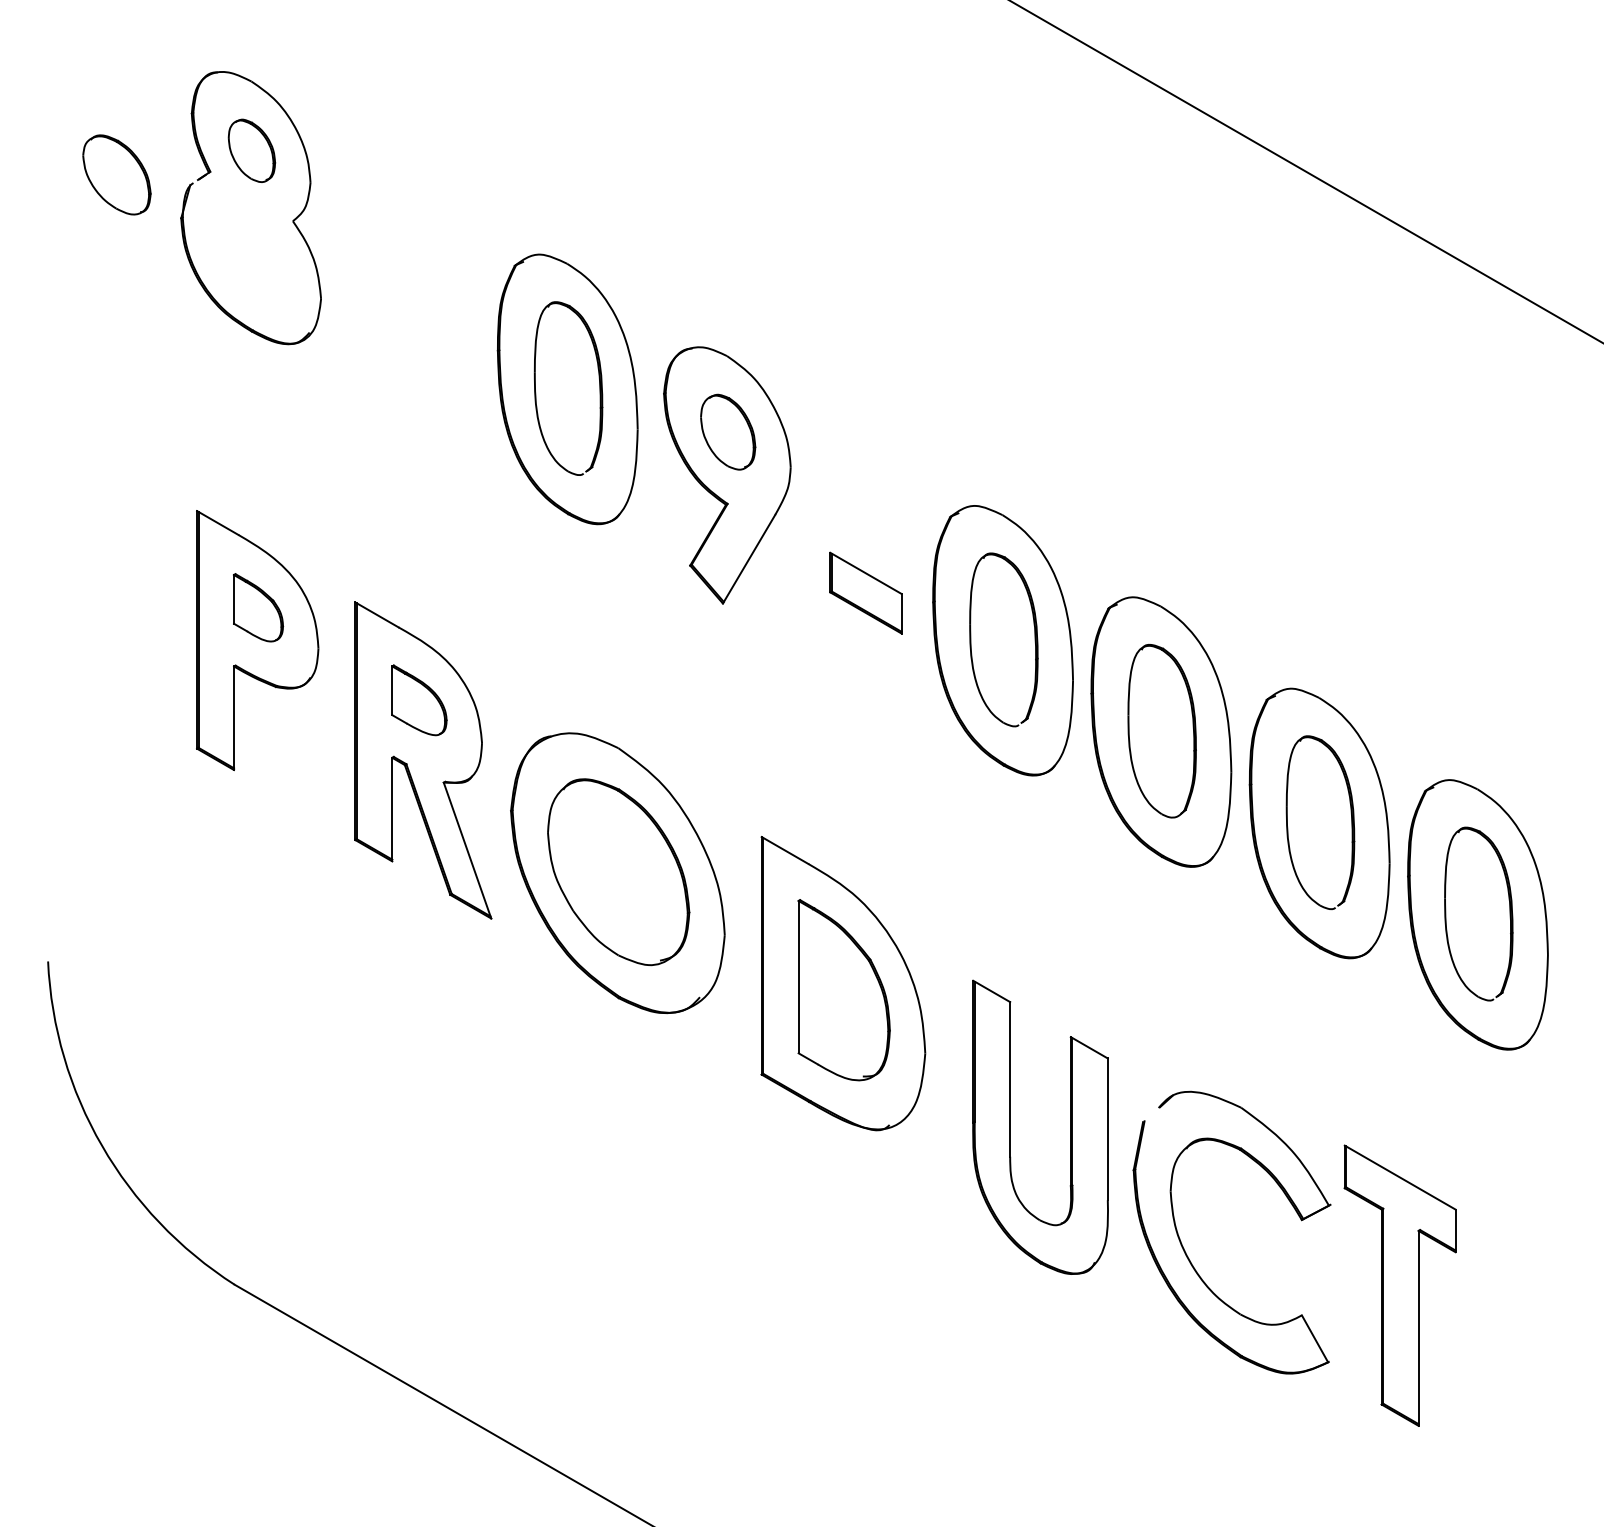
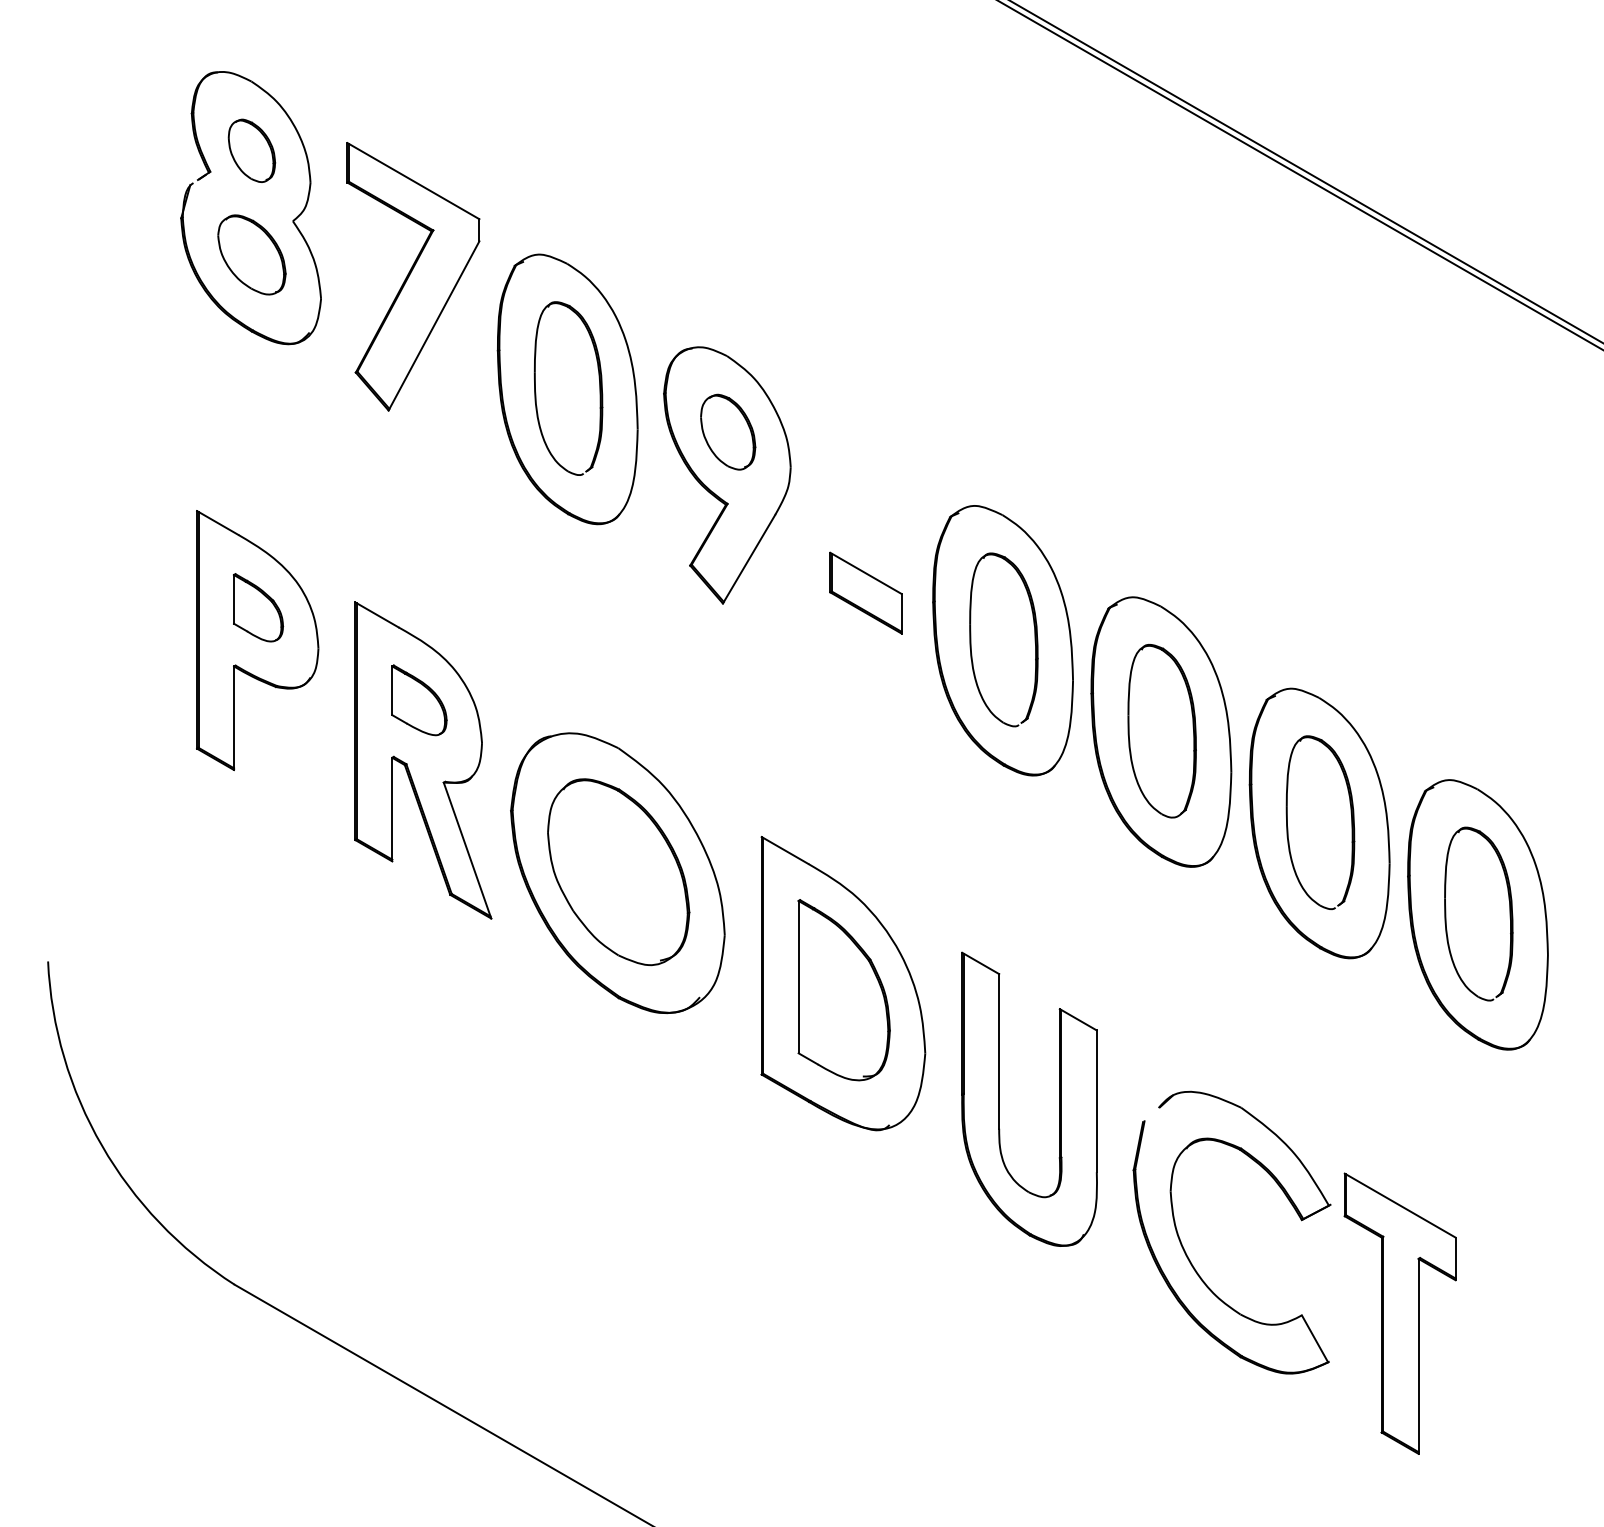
part at (116, 174) position: (116, 174) -> (251, 254)
line at (1300, 175): none -> present
part at (413, 276): none -> present
part at (1010, 1126) position: (1010, 1126) -> (999, 1098)
part at (1399, 1285) position: (1399, 1285) -> (1399, 1313)
